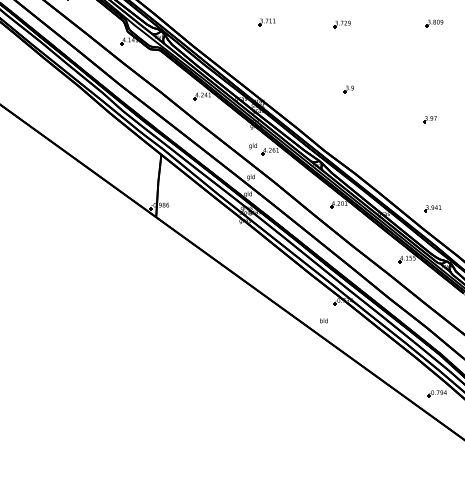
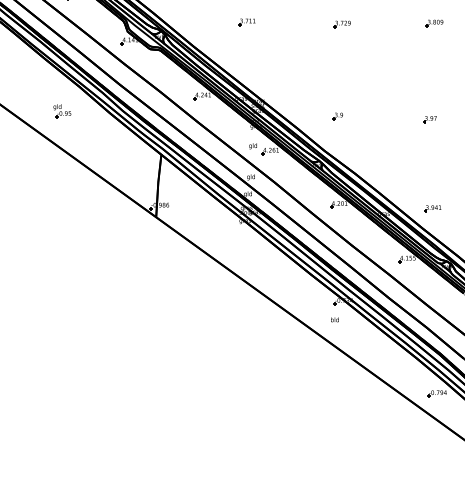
part at (266, 22) position: (266, 22) -> (246, 22)
part at (348, 89) position: (348, 89) -> (337, 116)
part at (62, 111): none -> present
text at (323, 320) position: (323, 320) -> (334, 319)
